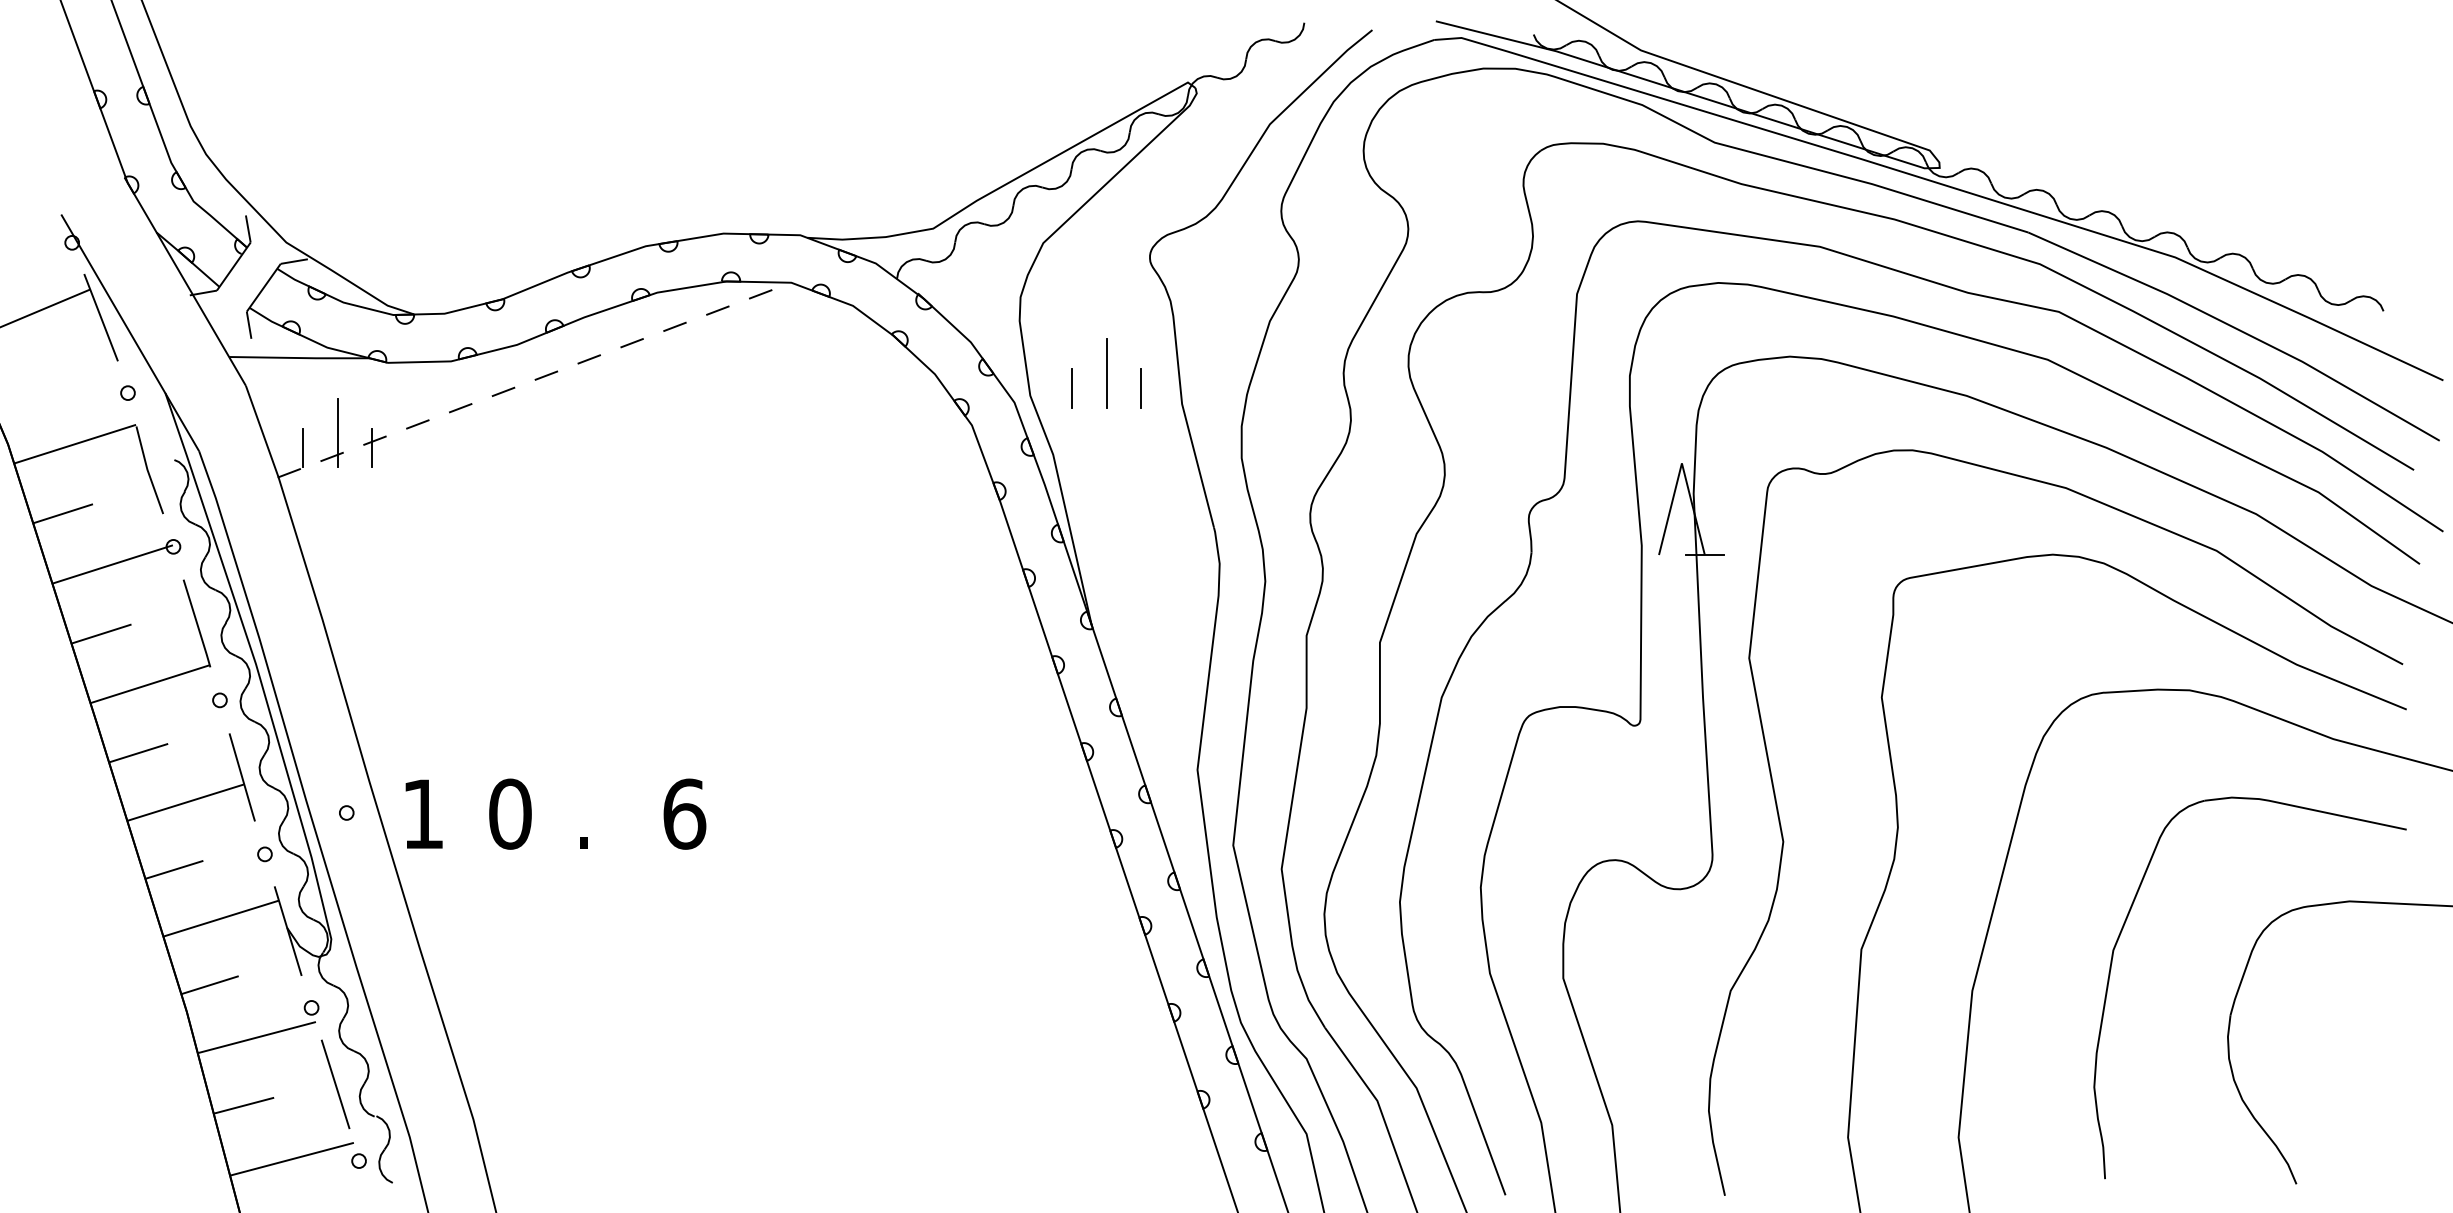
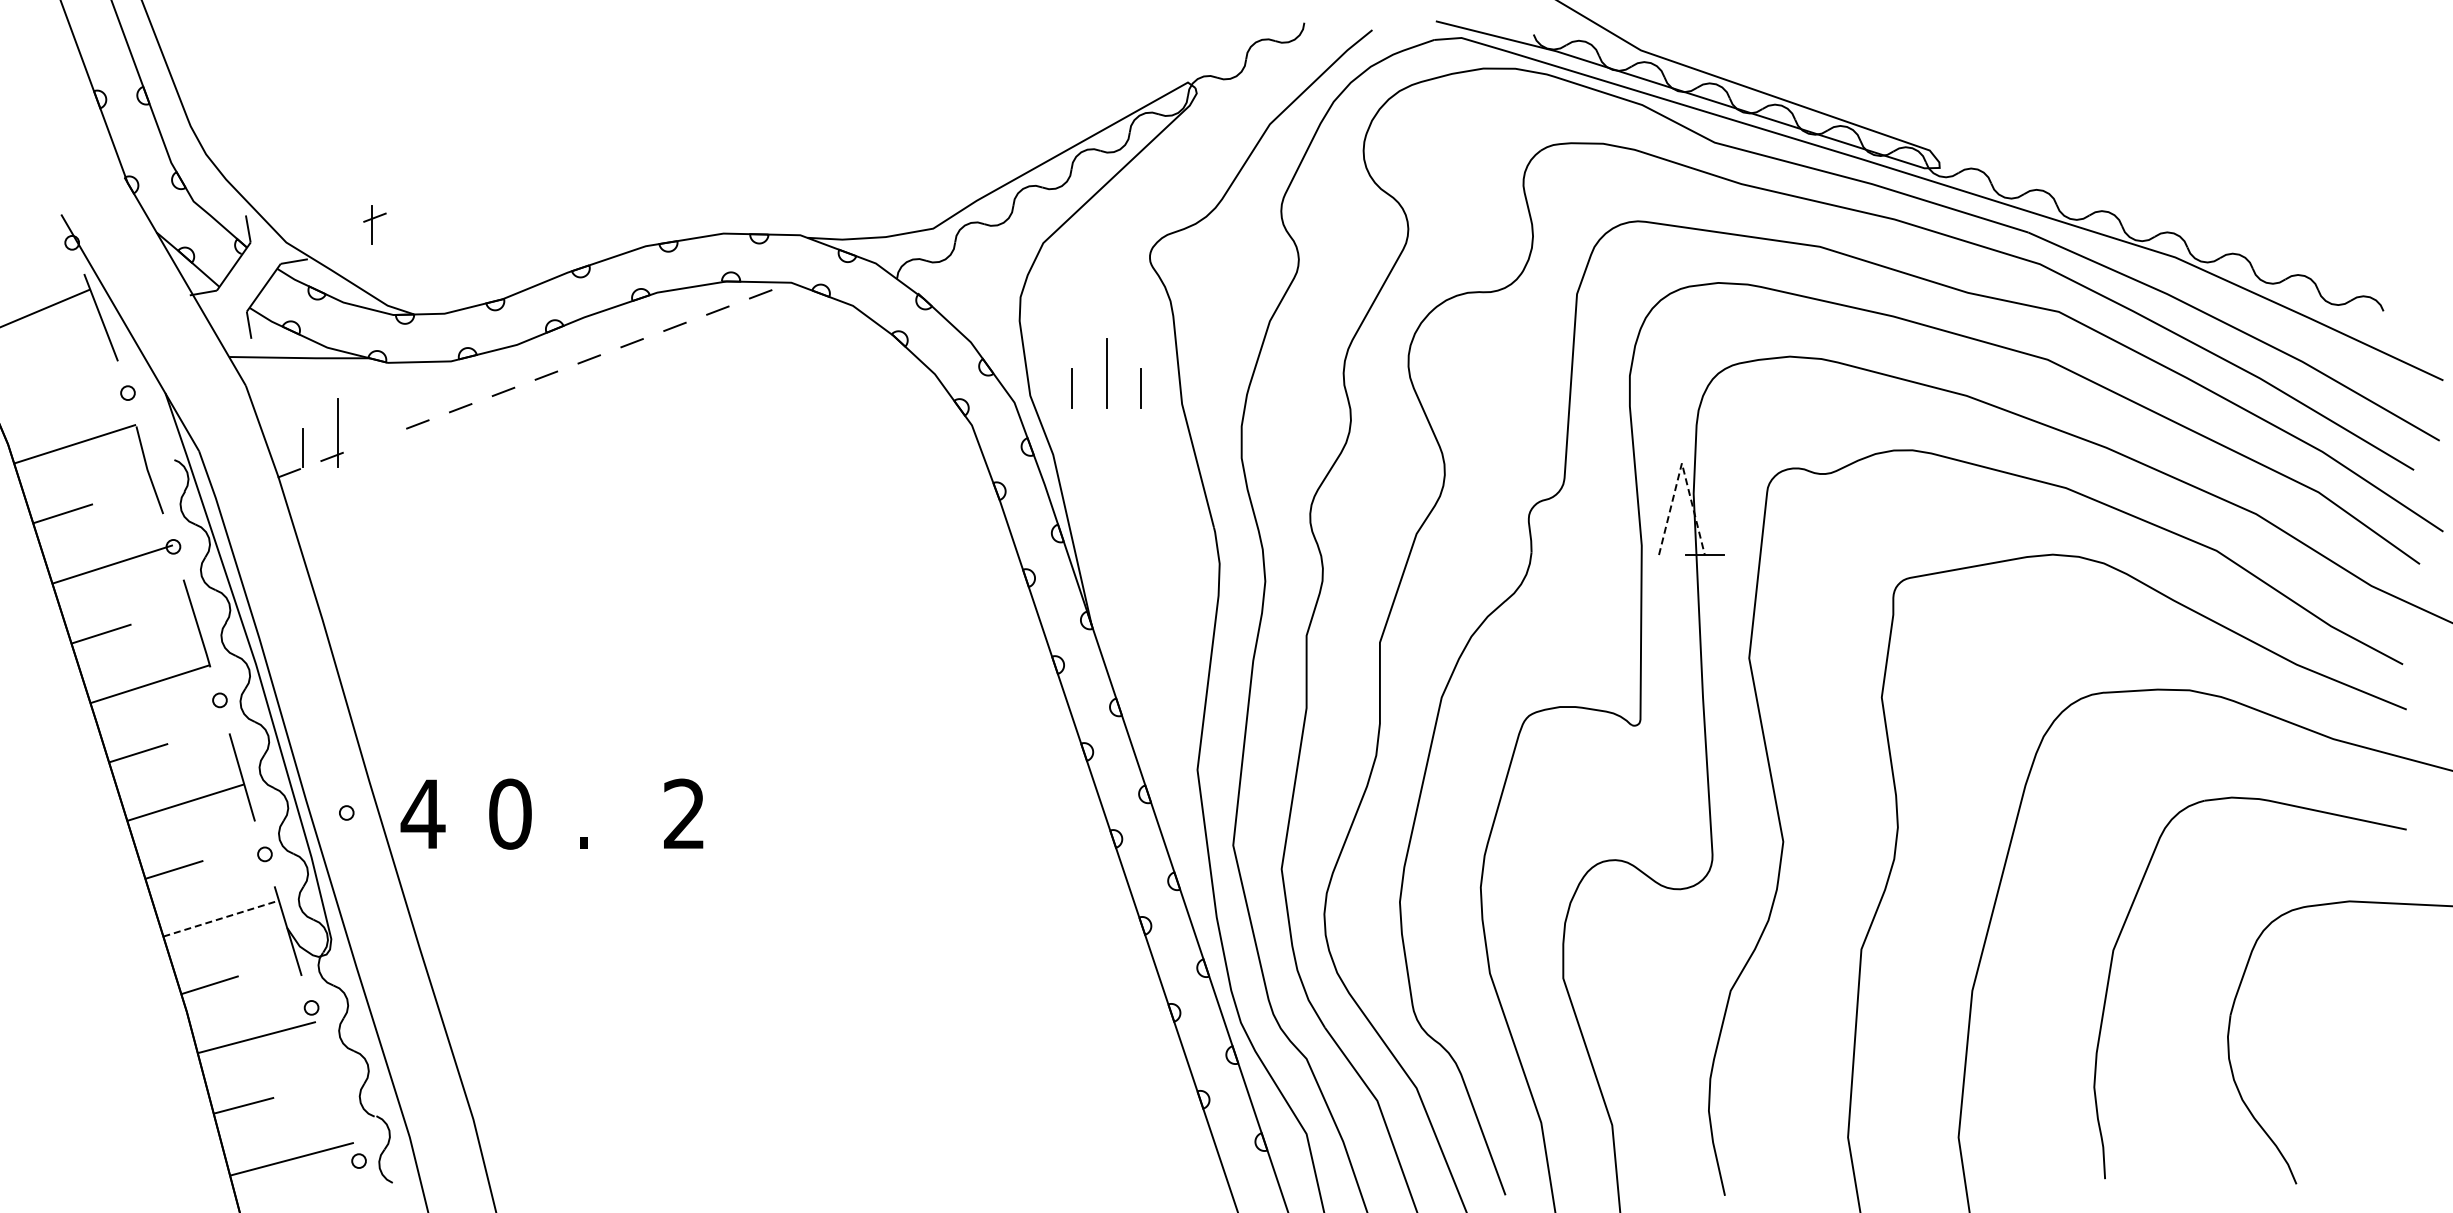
part at (374, 447) position: (374, 447) -> (374, 224)
line at (1681, 463): solid -> dashed
text at (422, 813): 1 -> 4
text at (684, 813): 6 -> 2
line at (221, 918): solid -> dashed
line at (335, 1084): present -> none
